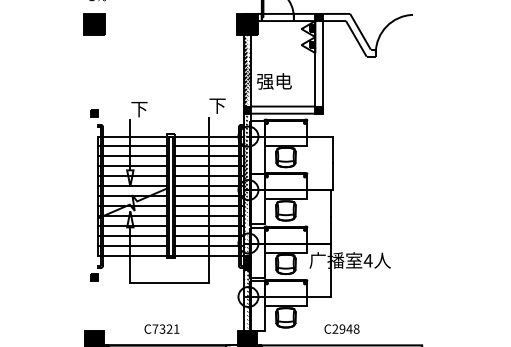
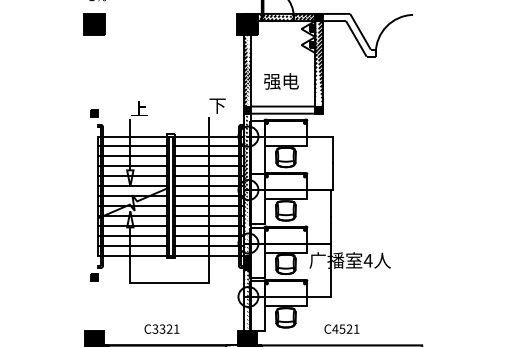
hatch at (283, 63): none -> present
text at (274, 81) position: (274, 81) -> (281, 81)
text at (139, 109): 下 -> 上
text at (155, 328): C7321 -> C3321
text at (345, 328): C2948 -> C4521
